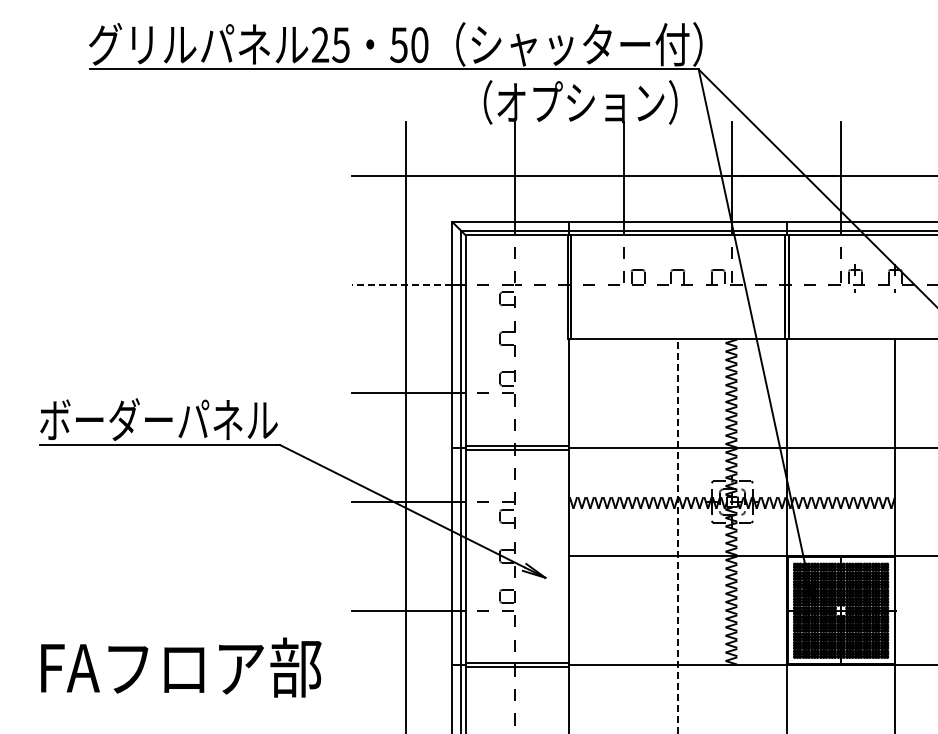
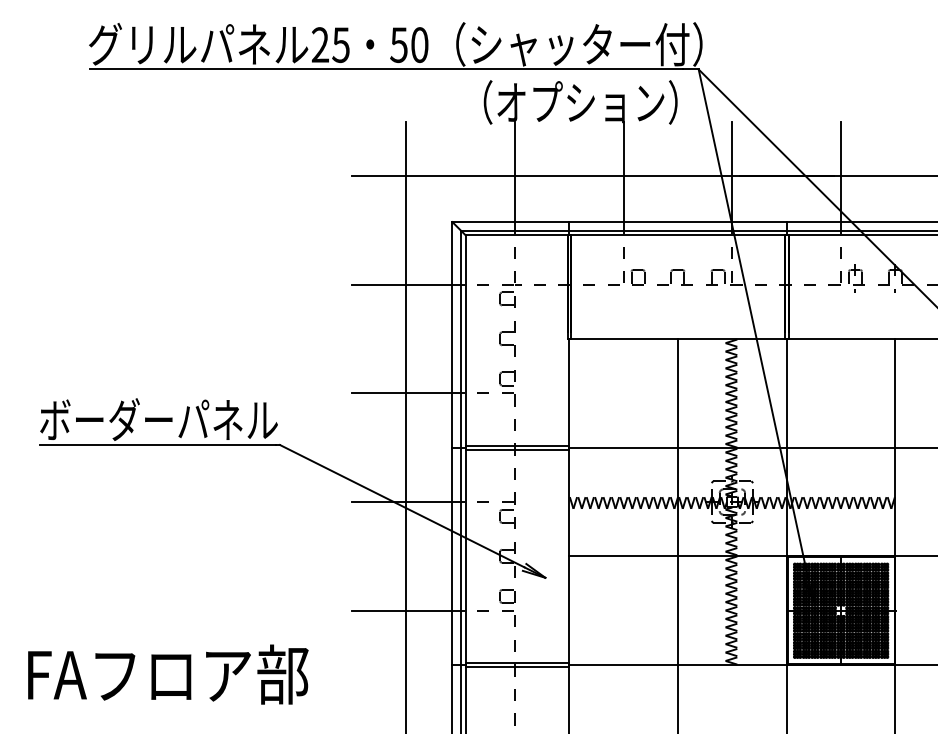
line at (401, 284): dashed -> solid
line at (678, 535): dashed -> solid
text at (181, 667) position: (181, 667) -> (168, 674)
